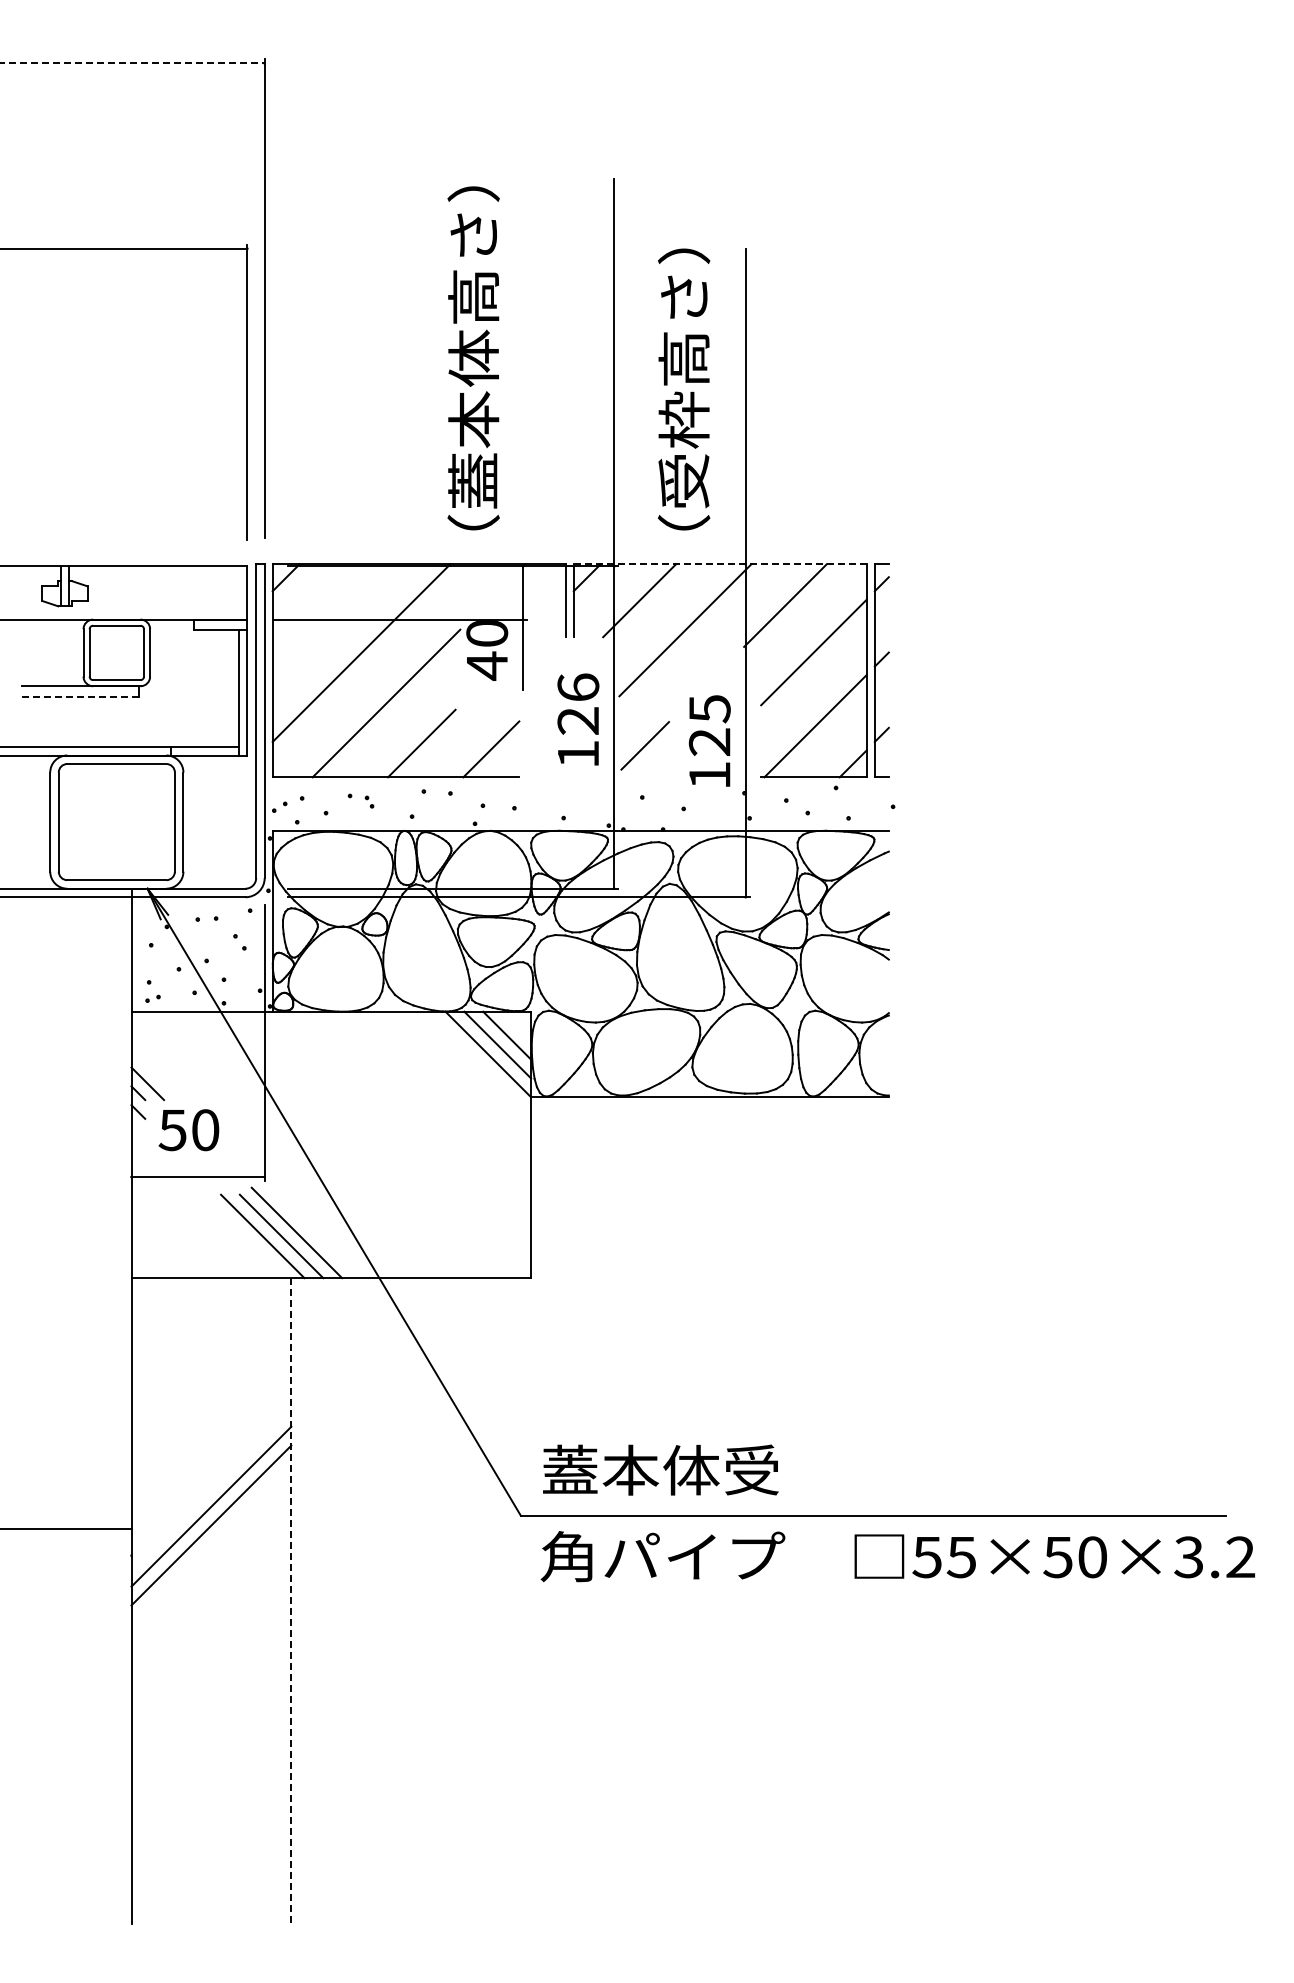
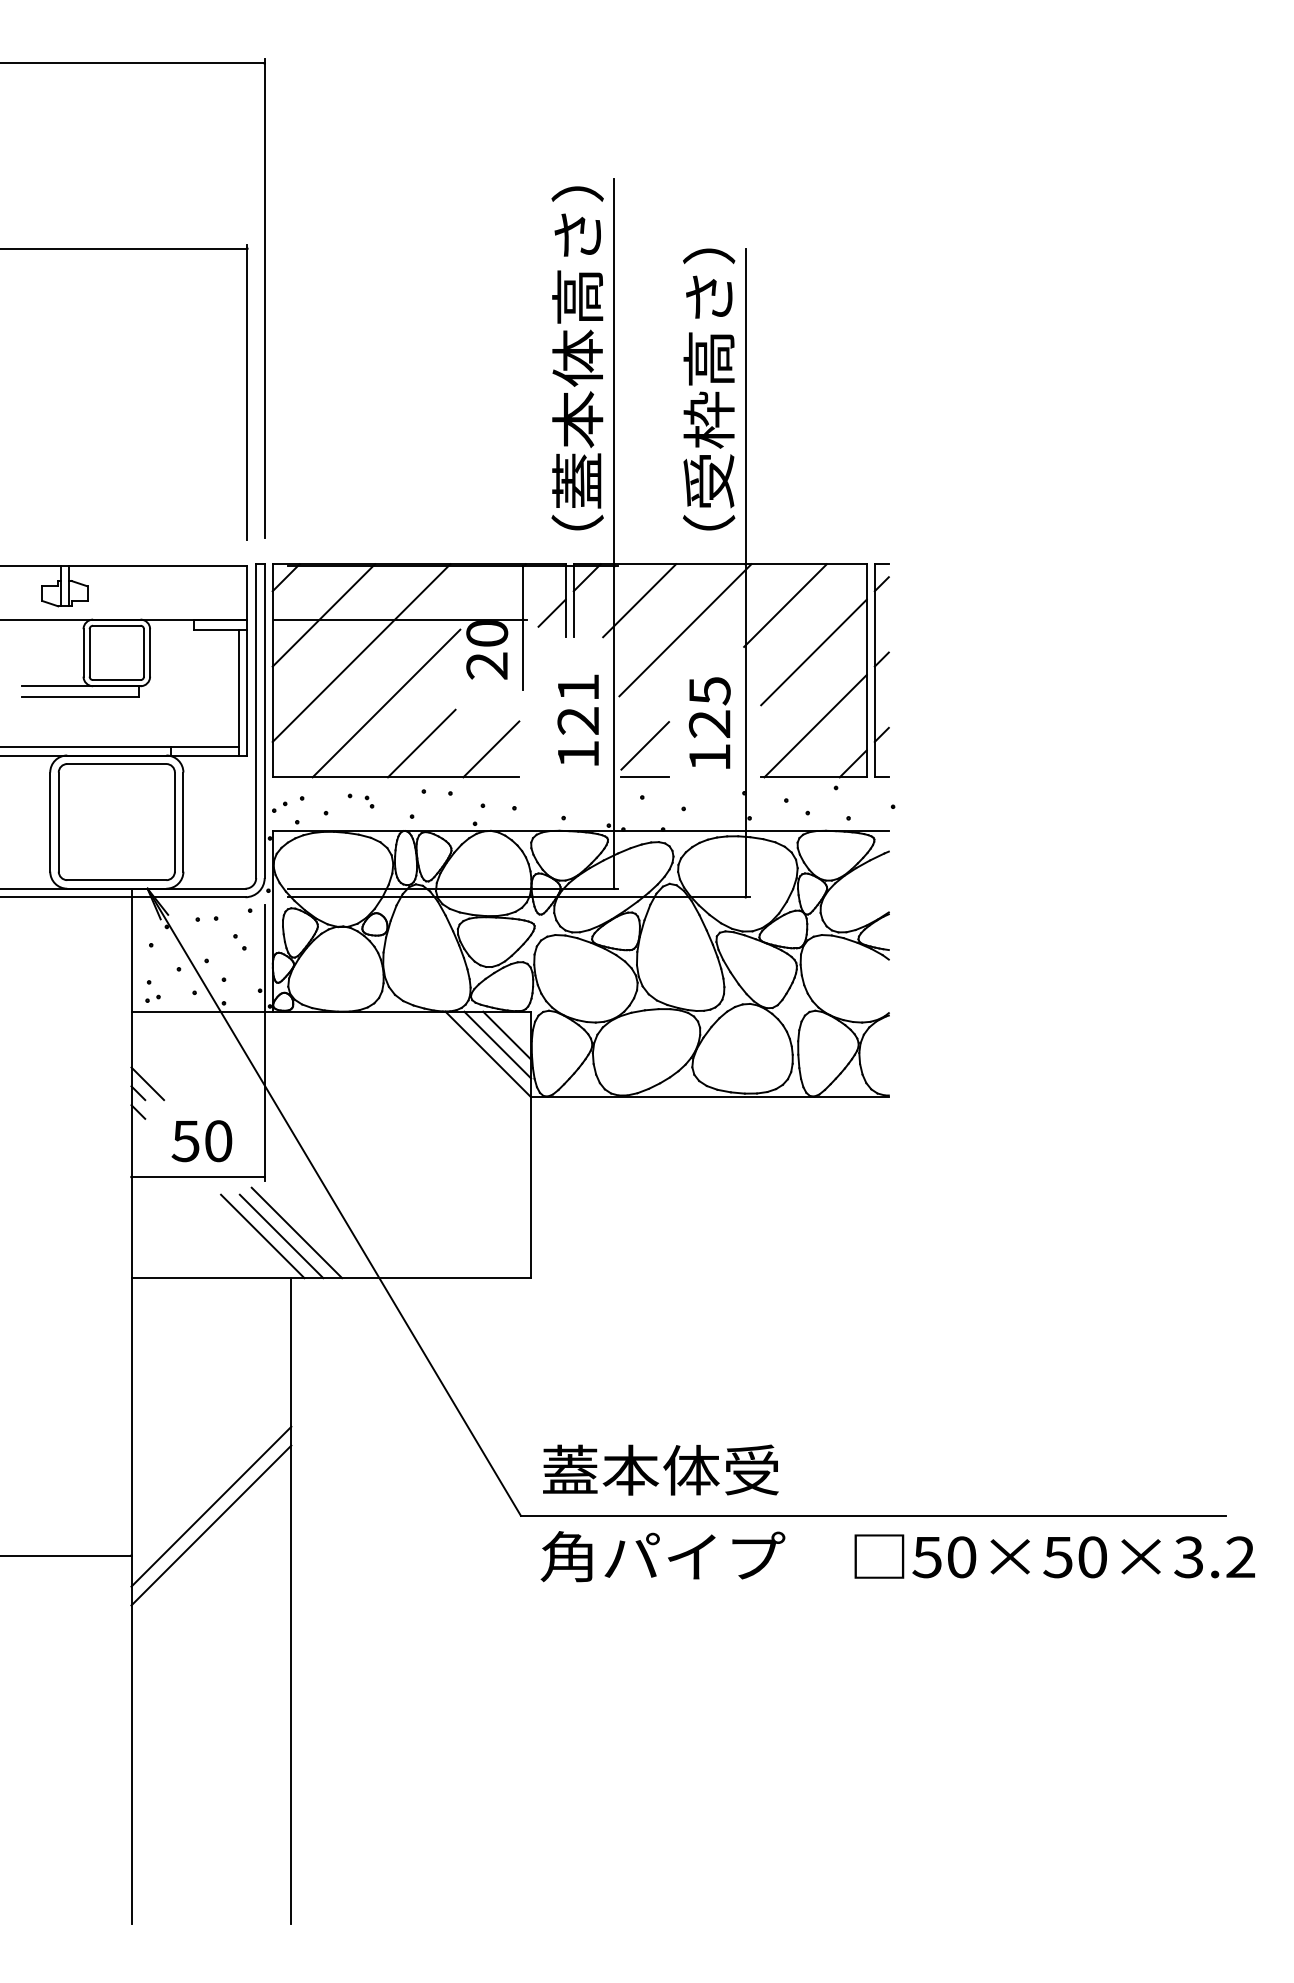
line at (132, 63): dashed -> solid
text at (473, 358) position: (473, 358) -> (577, 358)
text at (684, 389) position: (684, 389) -> (709, 389)
line at (720, 564): dashed -> solid
line at (551, 612): none -> present
line at (323, 615): none -> present
text at (486, 665): 40 -> 20
text at (578, 686): 126 -> 121
line at (80, 696): dashed -> solid
text at (709, 740) position: (709, 740) -> (709, 722)
line at (645, 777): none -> present
text at (188, 1130) position: (188, 1130) -> (201, 1141)
line at (66, 1528) position: (66, 1528) -> (66, 1555)
text at (961, 1557): 55×50×3.2 -> 50×50×3.2
line at (291, 1600): dashed -> solid
